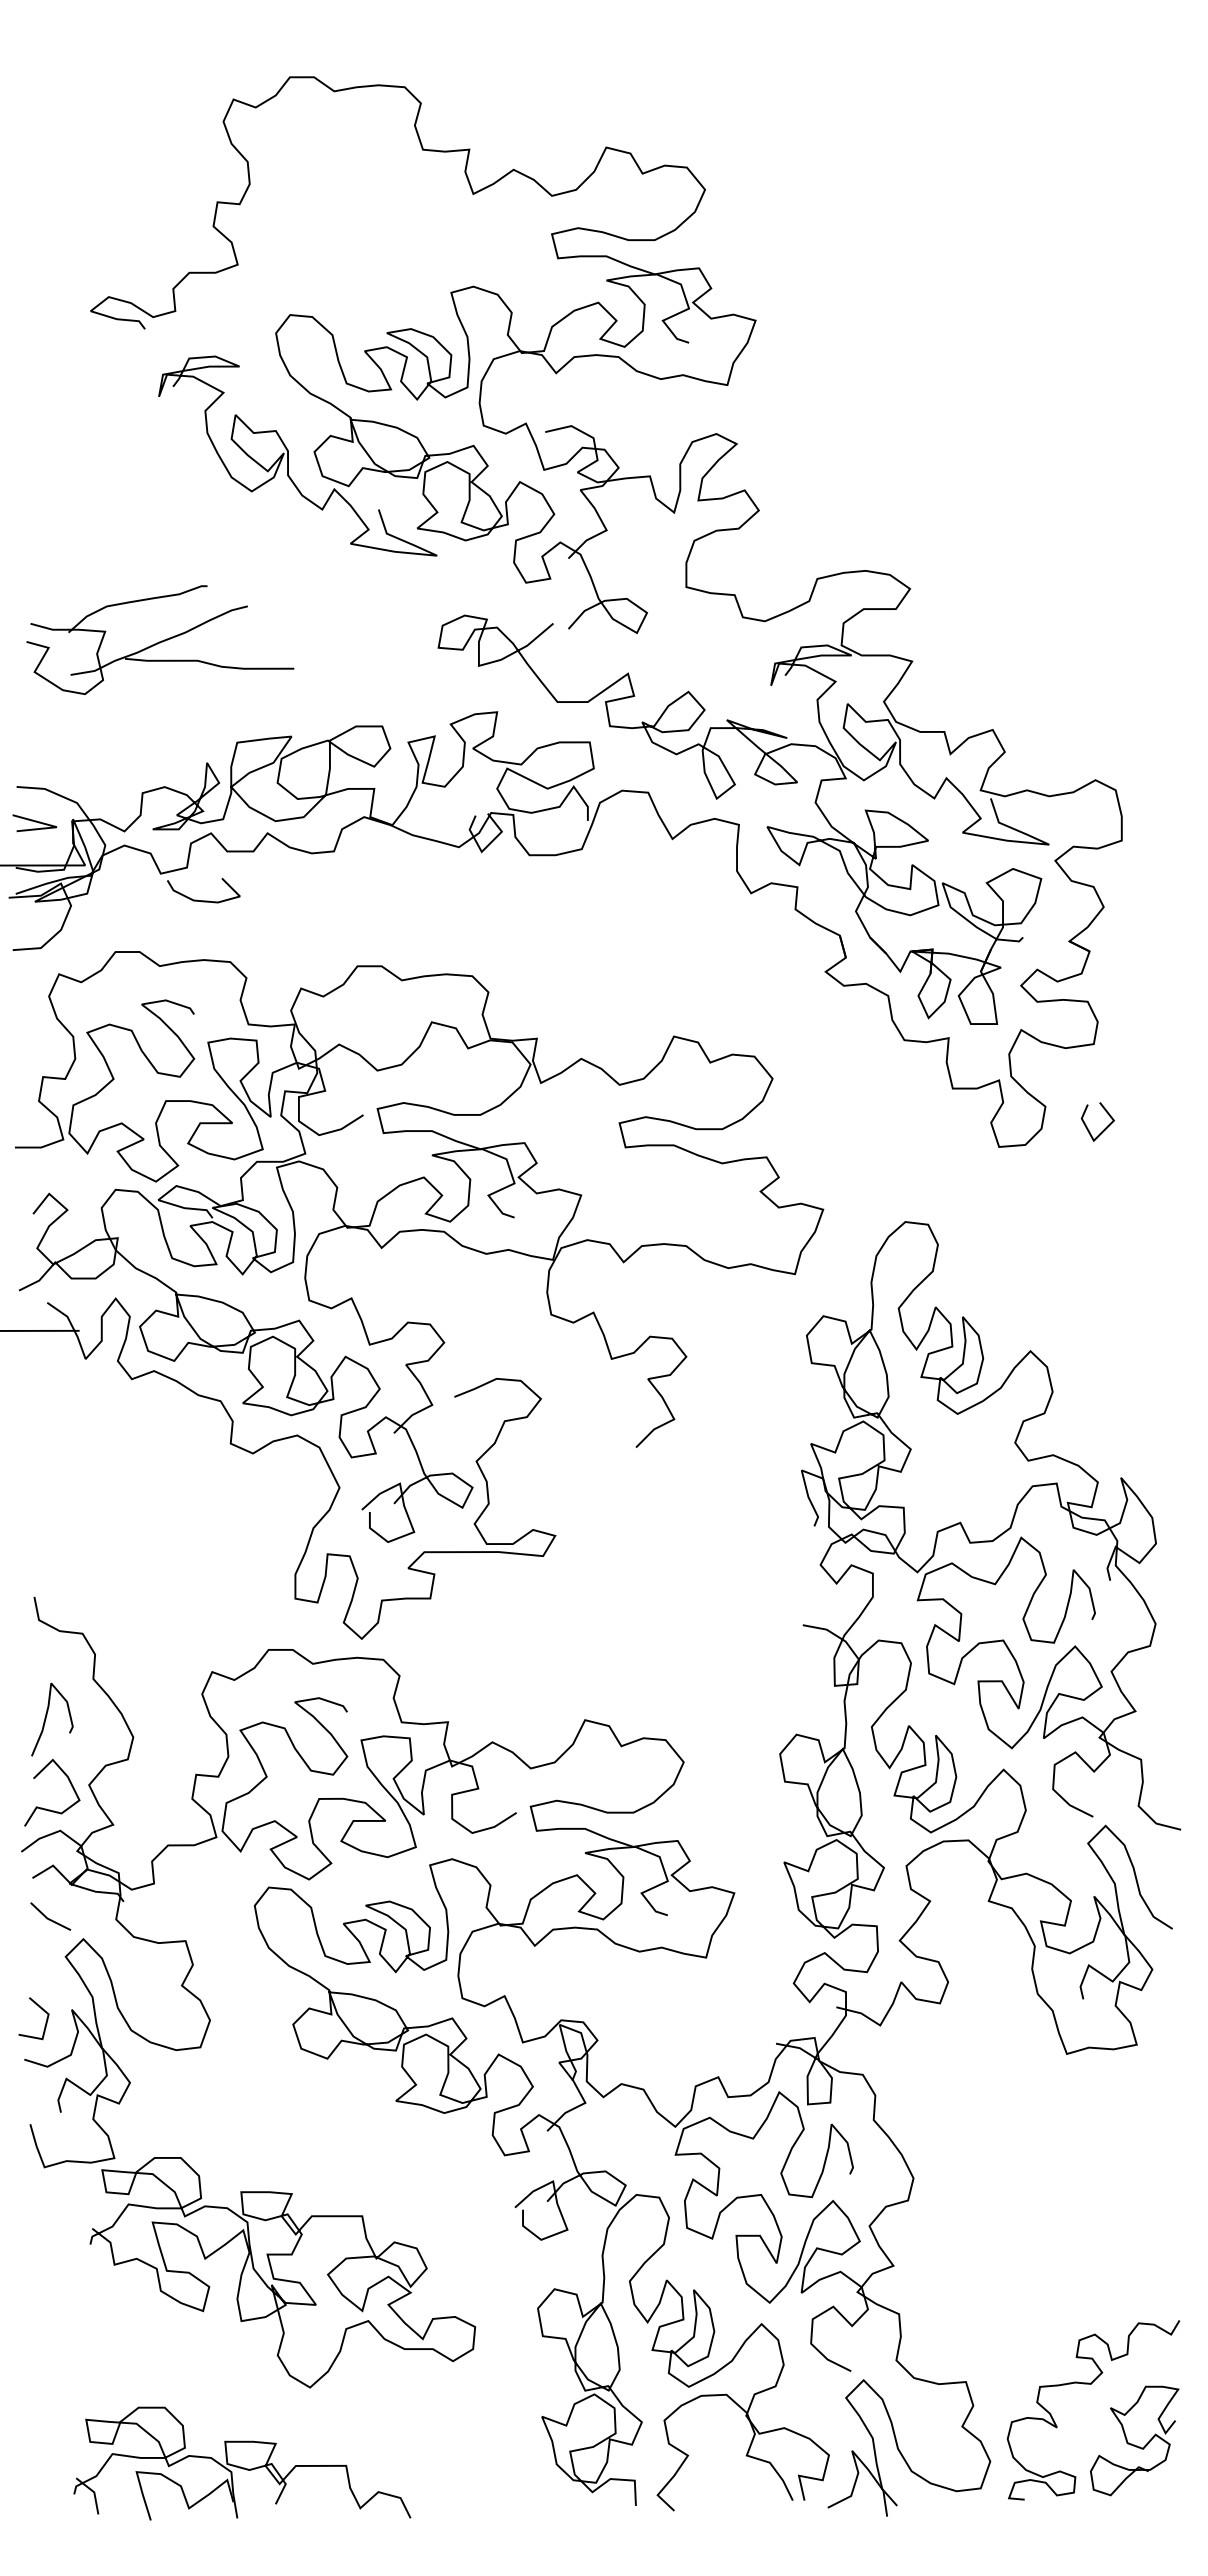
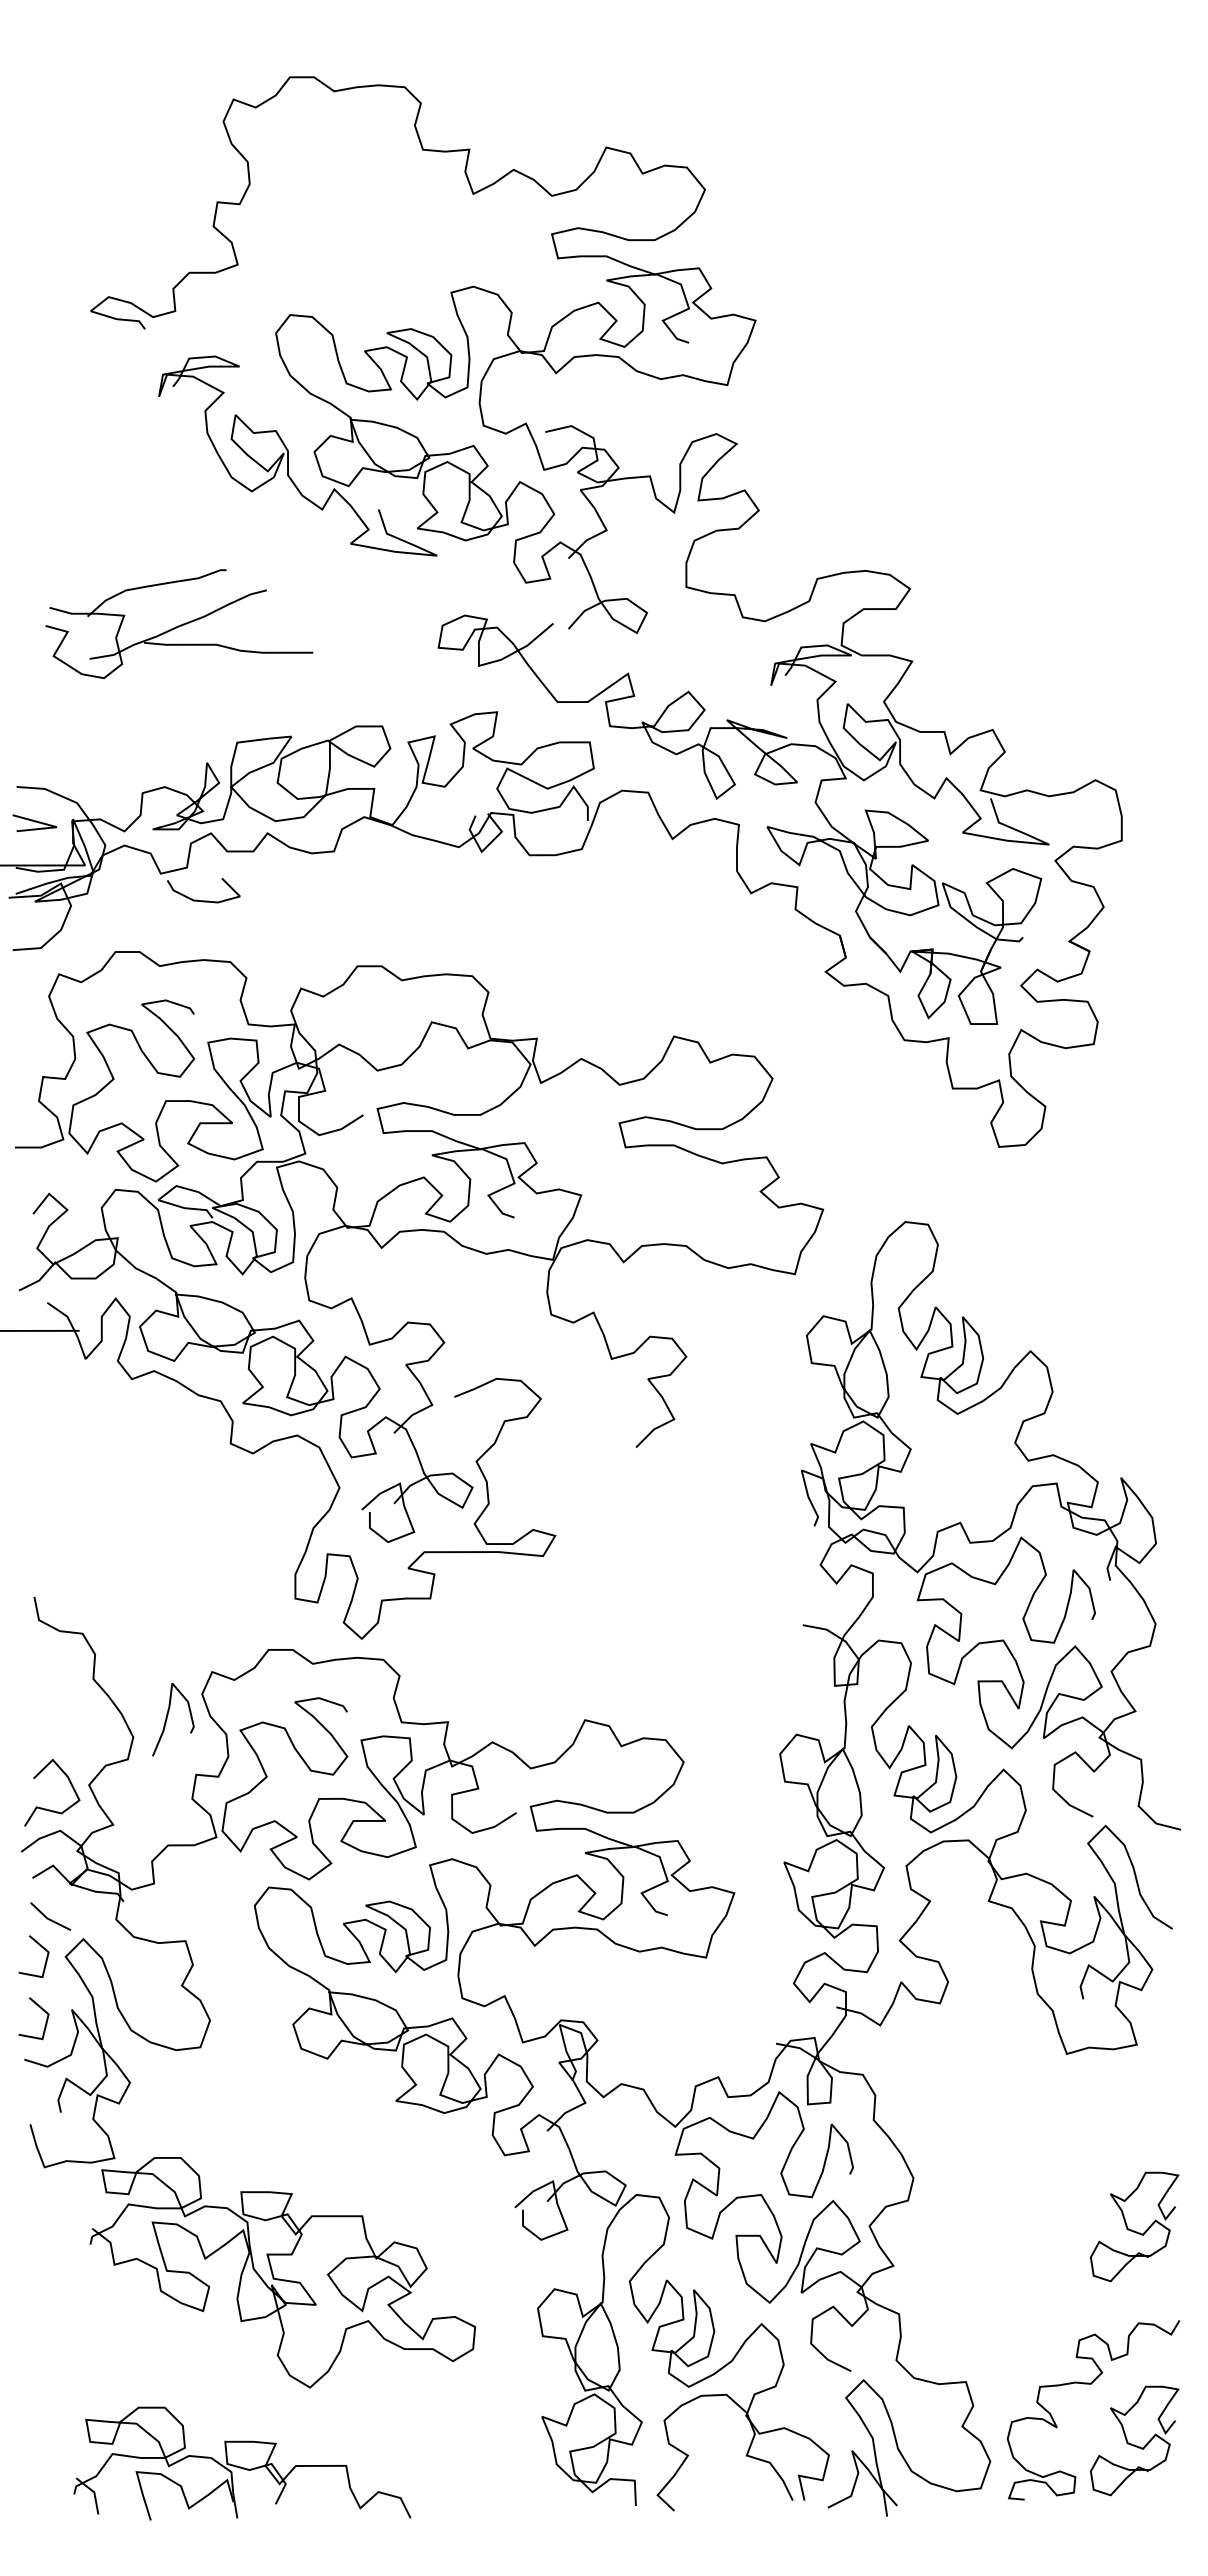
part at (160, 639) position: (160, 639) -> (179, 623)
line at (1104, 1128): present -> none
curve at (46, 1719) position: (46, 1719) -> (167, 1719)
line at (41, 1947): none -> present
curve at (1134, 2230): none -> present
